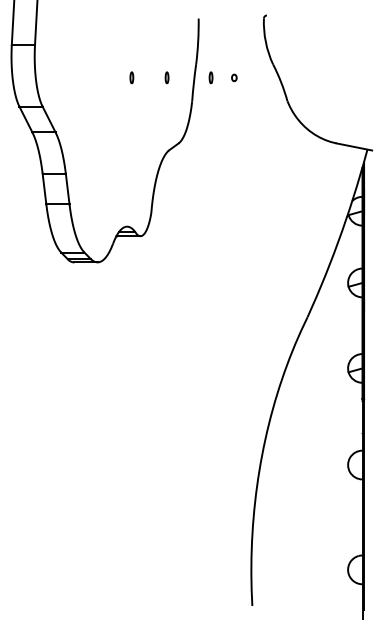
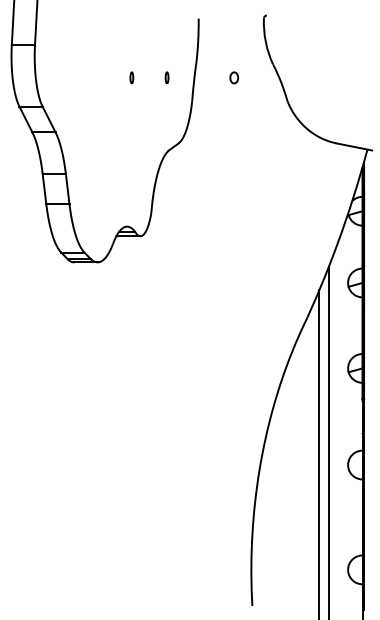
part at (210, 77): present -> none
part at (234, 77) size: 7x10 px -> 11x14 px
line at (328, 441): none -> present
line at (319, 453): none -> present
